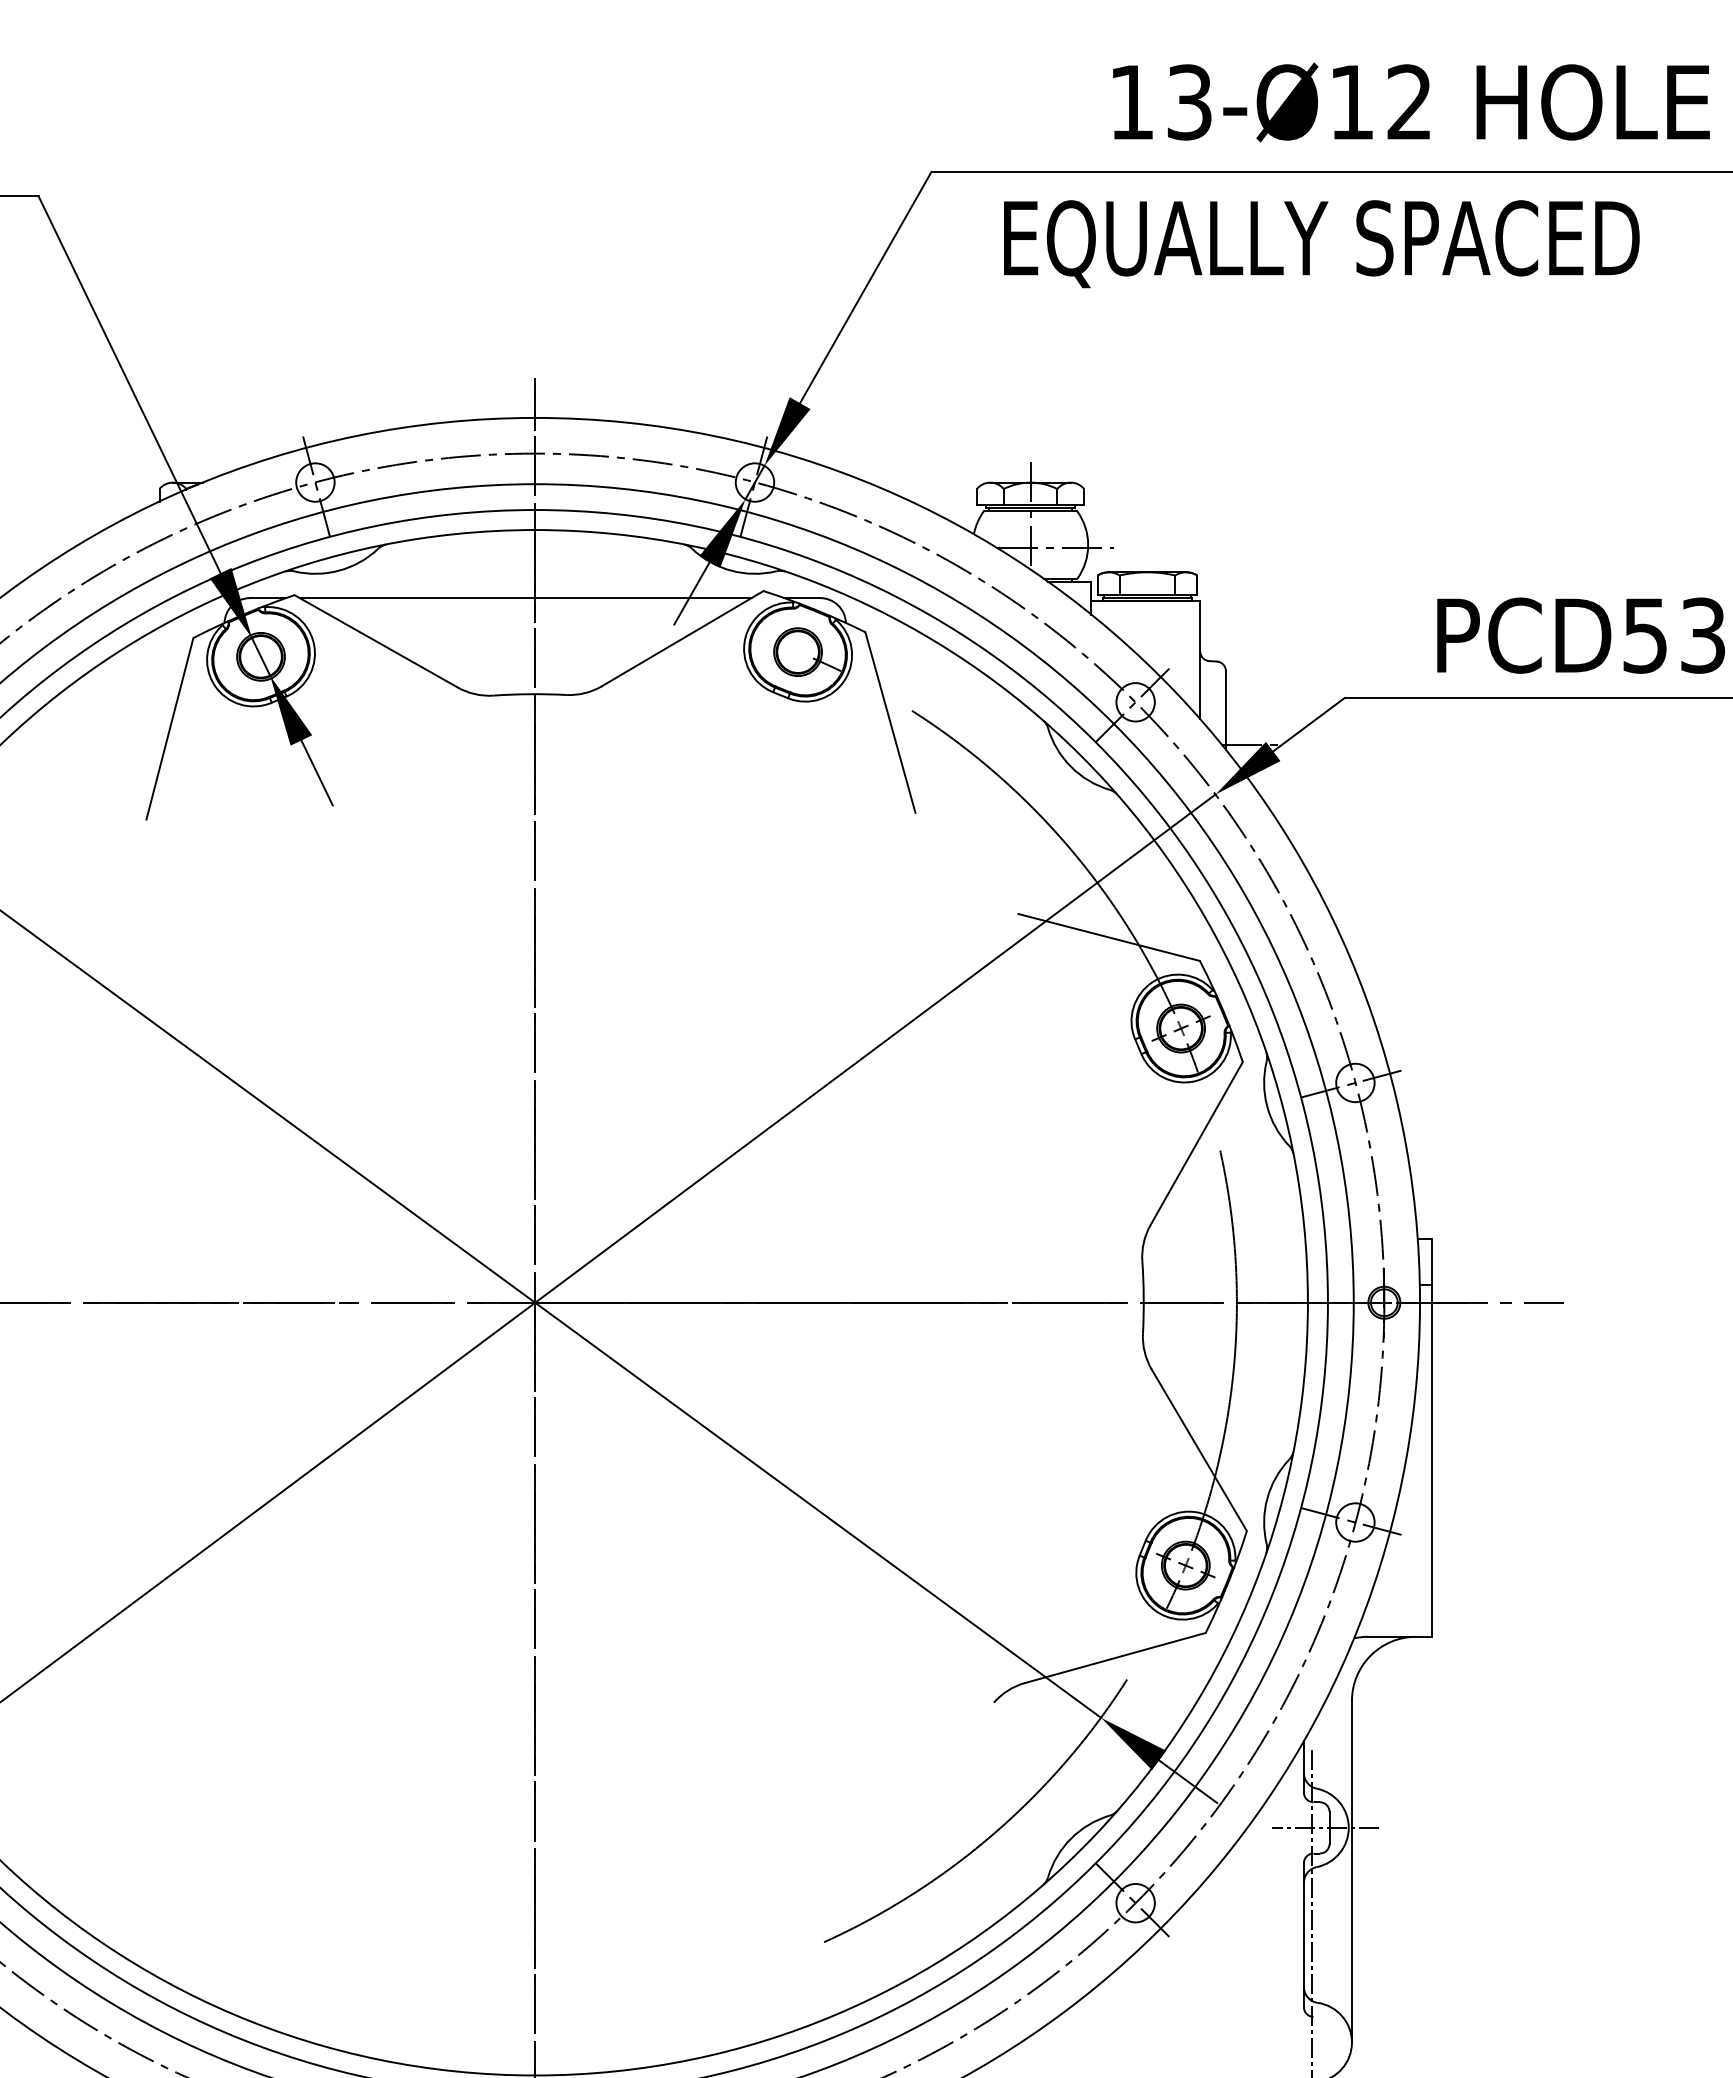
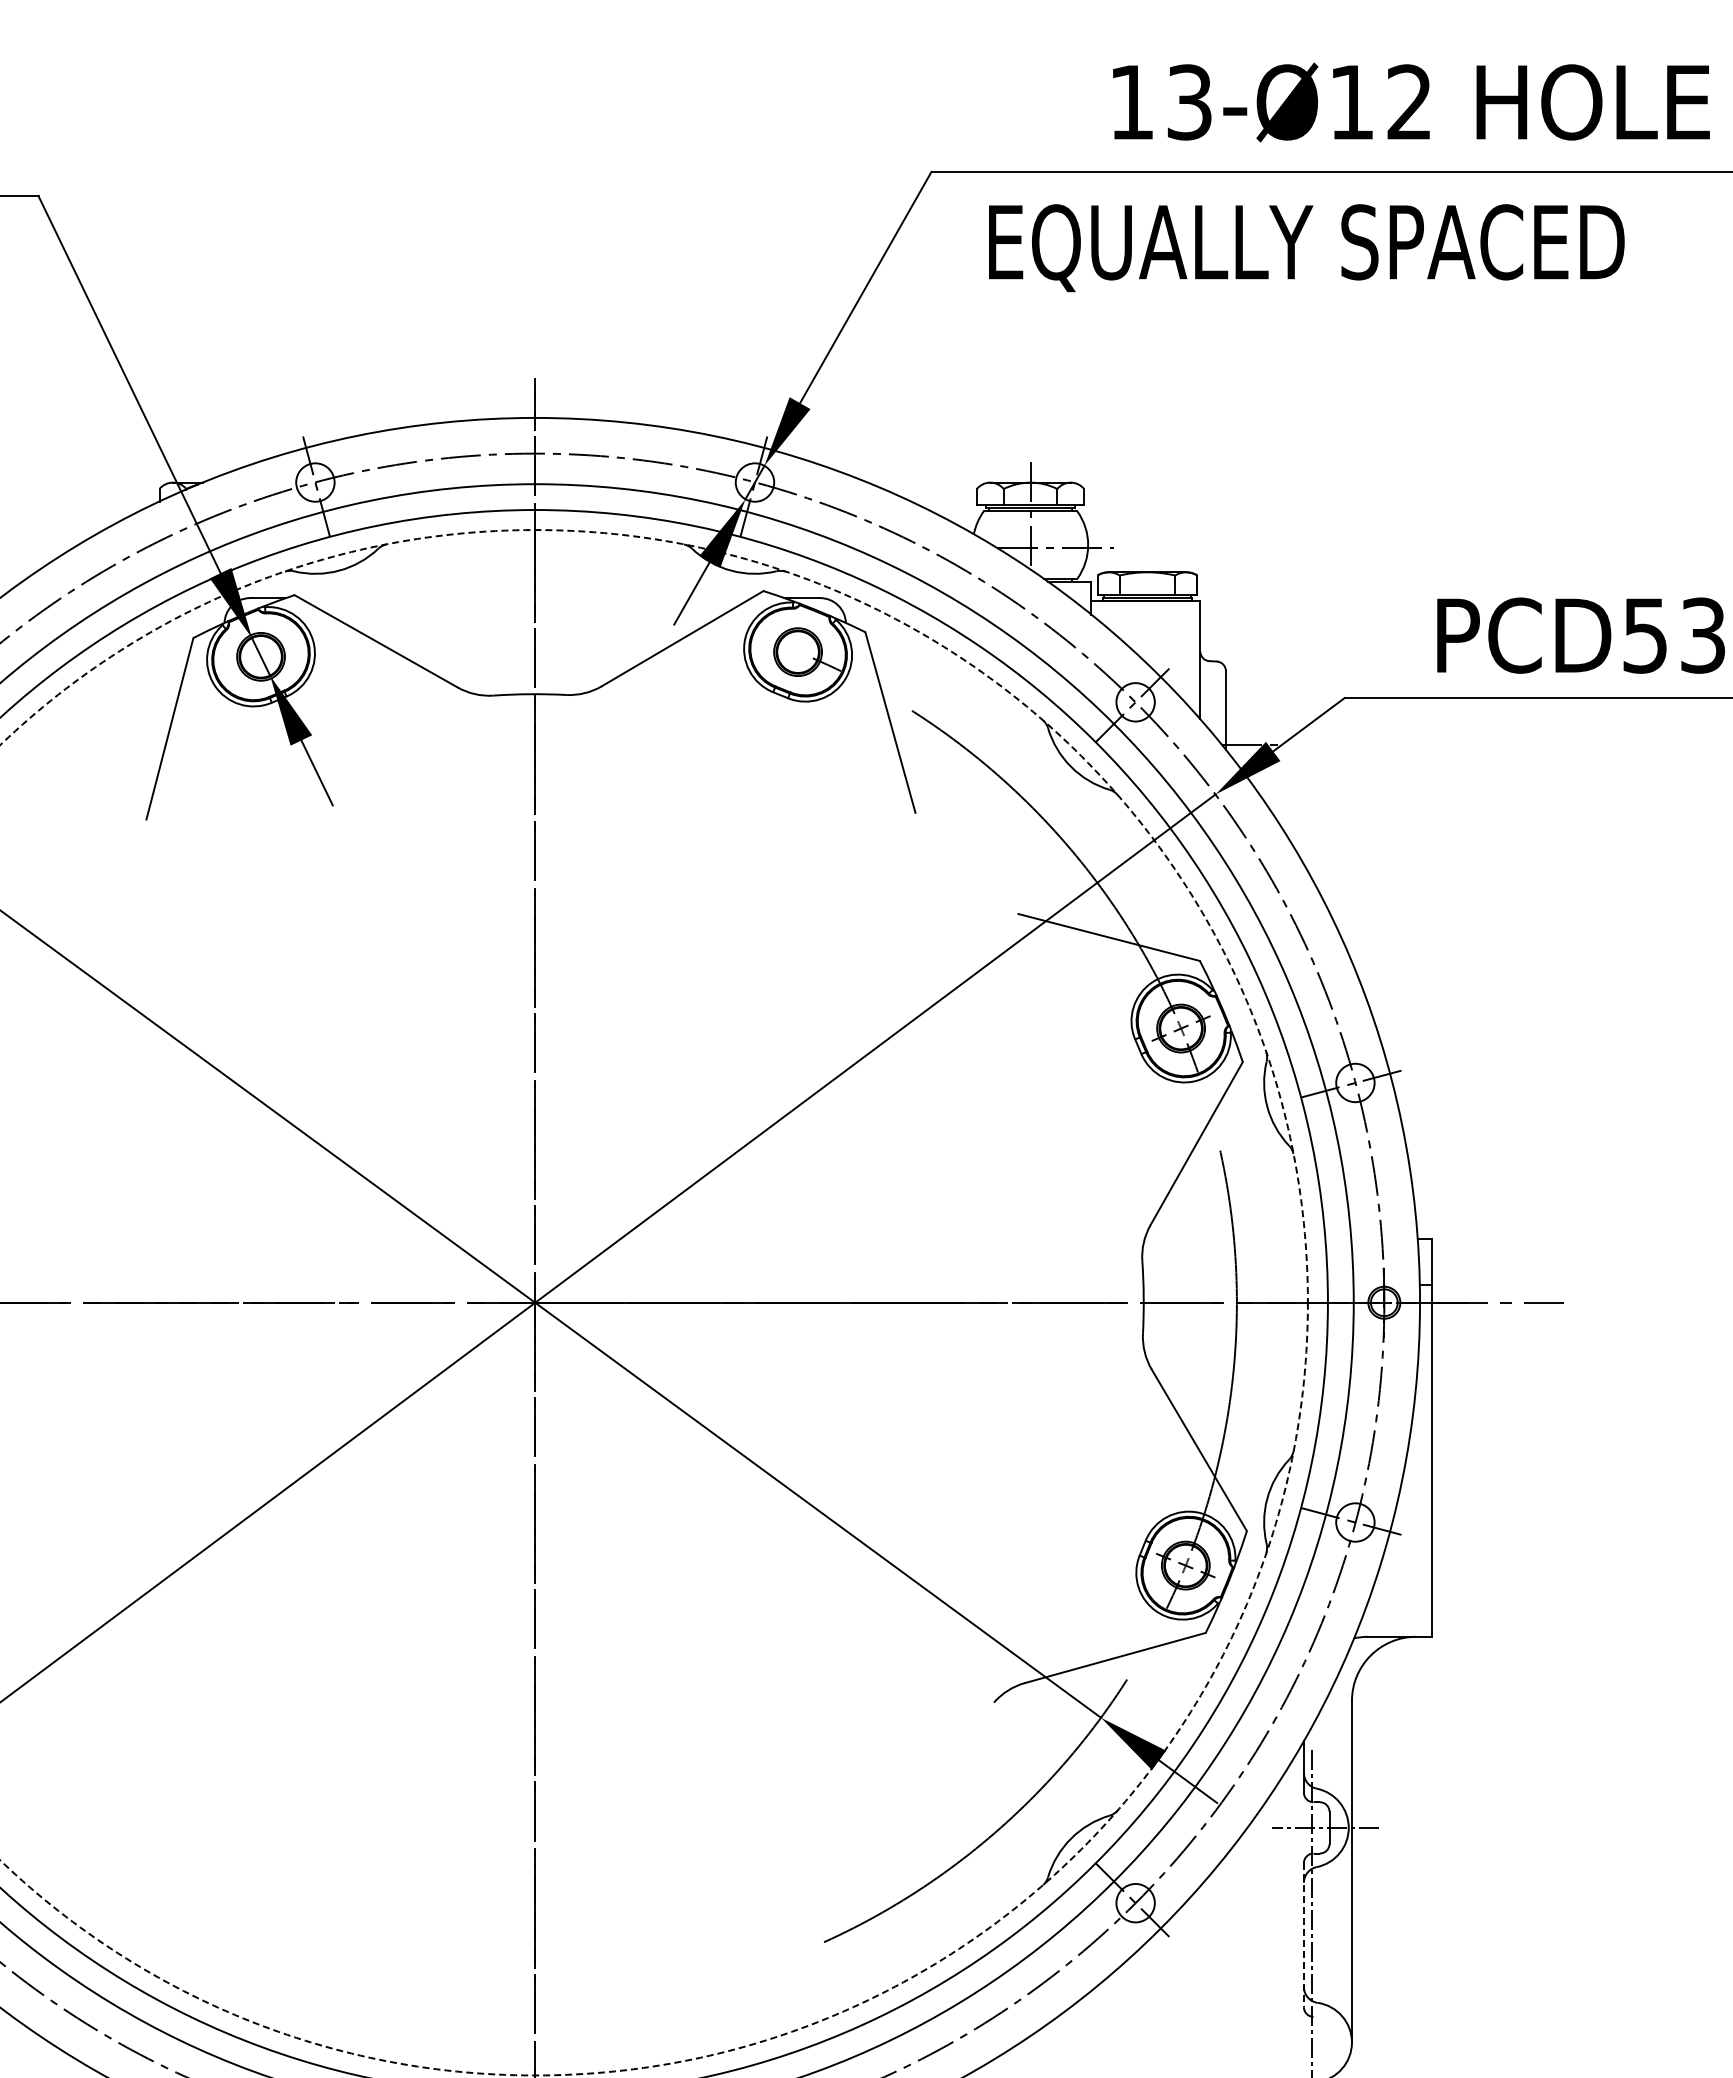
text at (1321, 244) position: (1321, 244) -> (1306, 248)
line at (525, 598): present -> none
circle at (653, 1302): solid -> dashed
line at (1303, 1935): solid -> dashed
